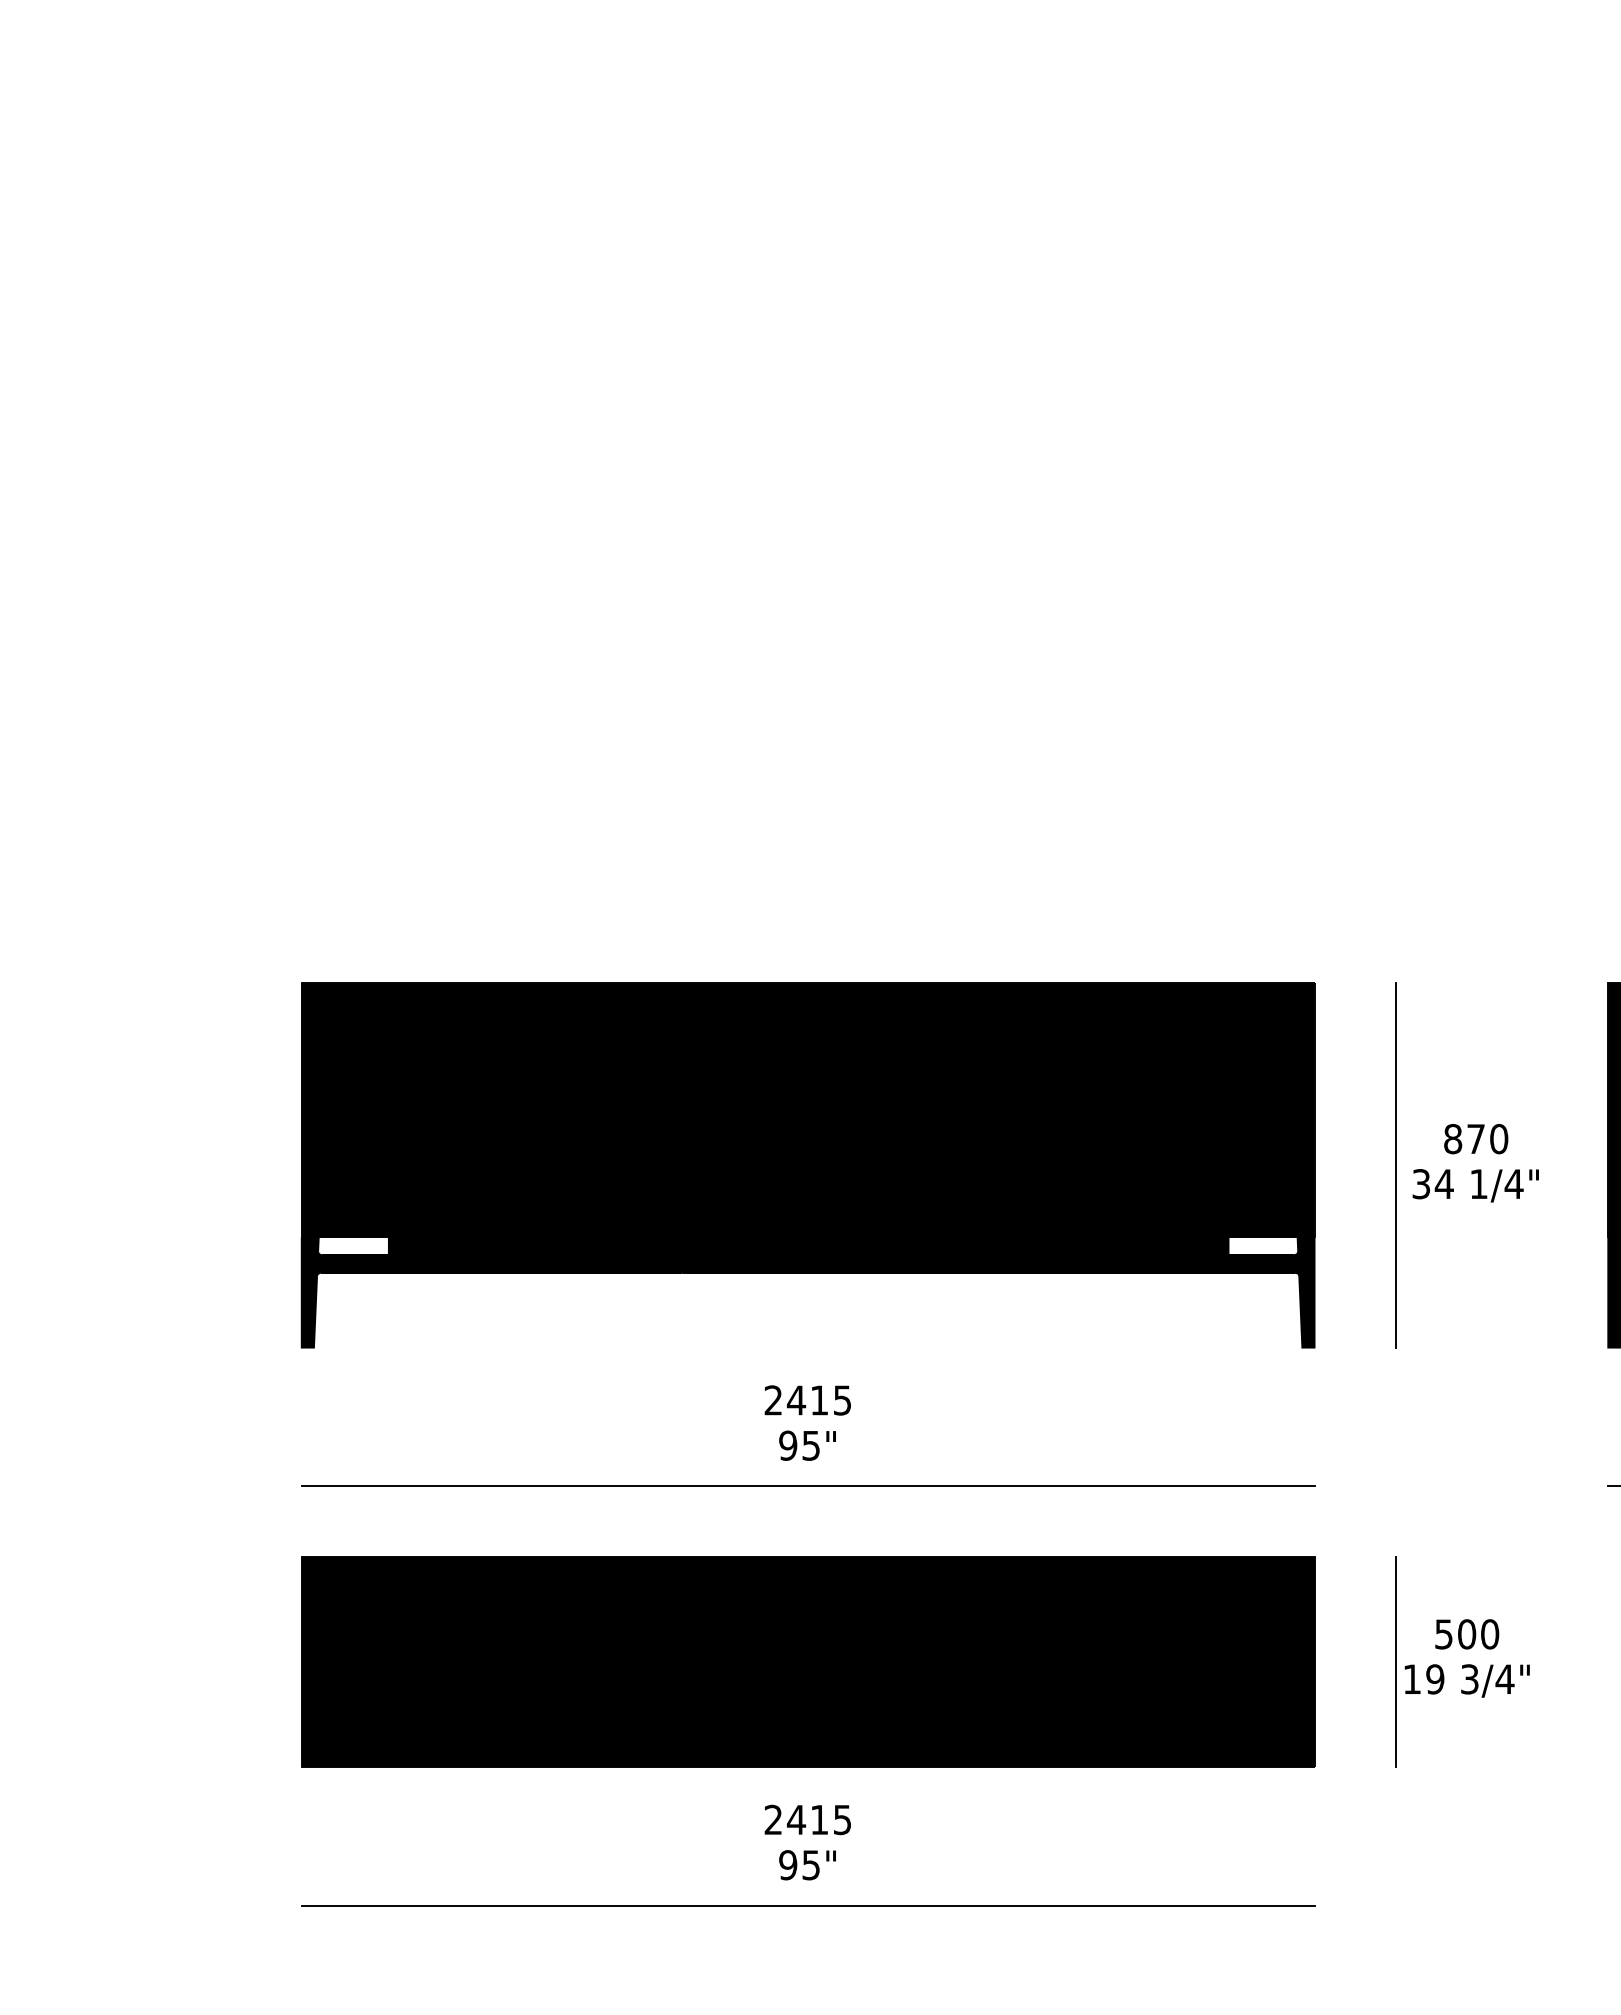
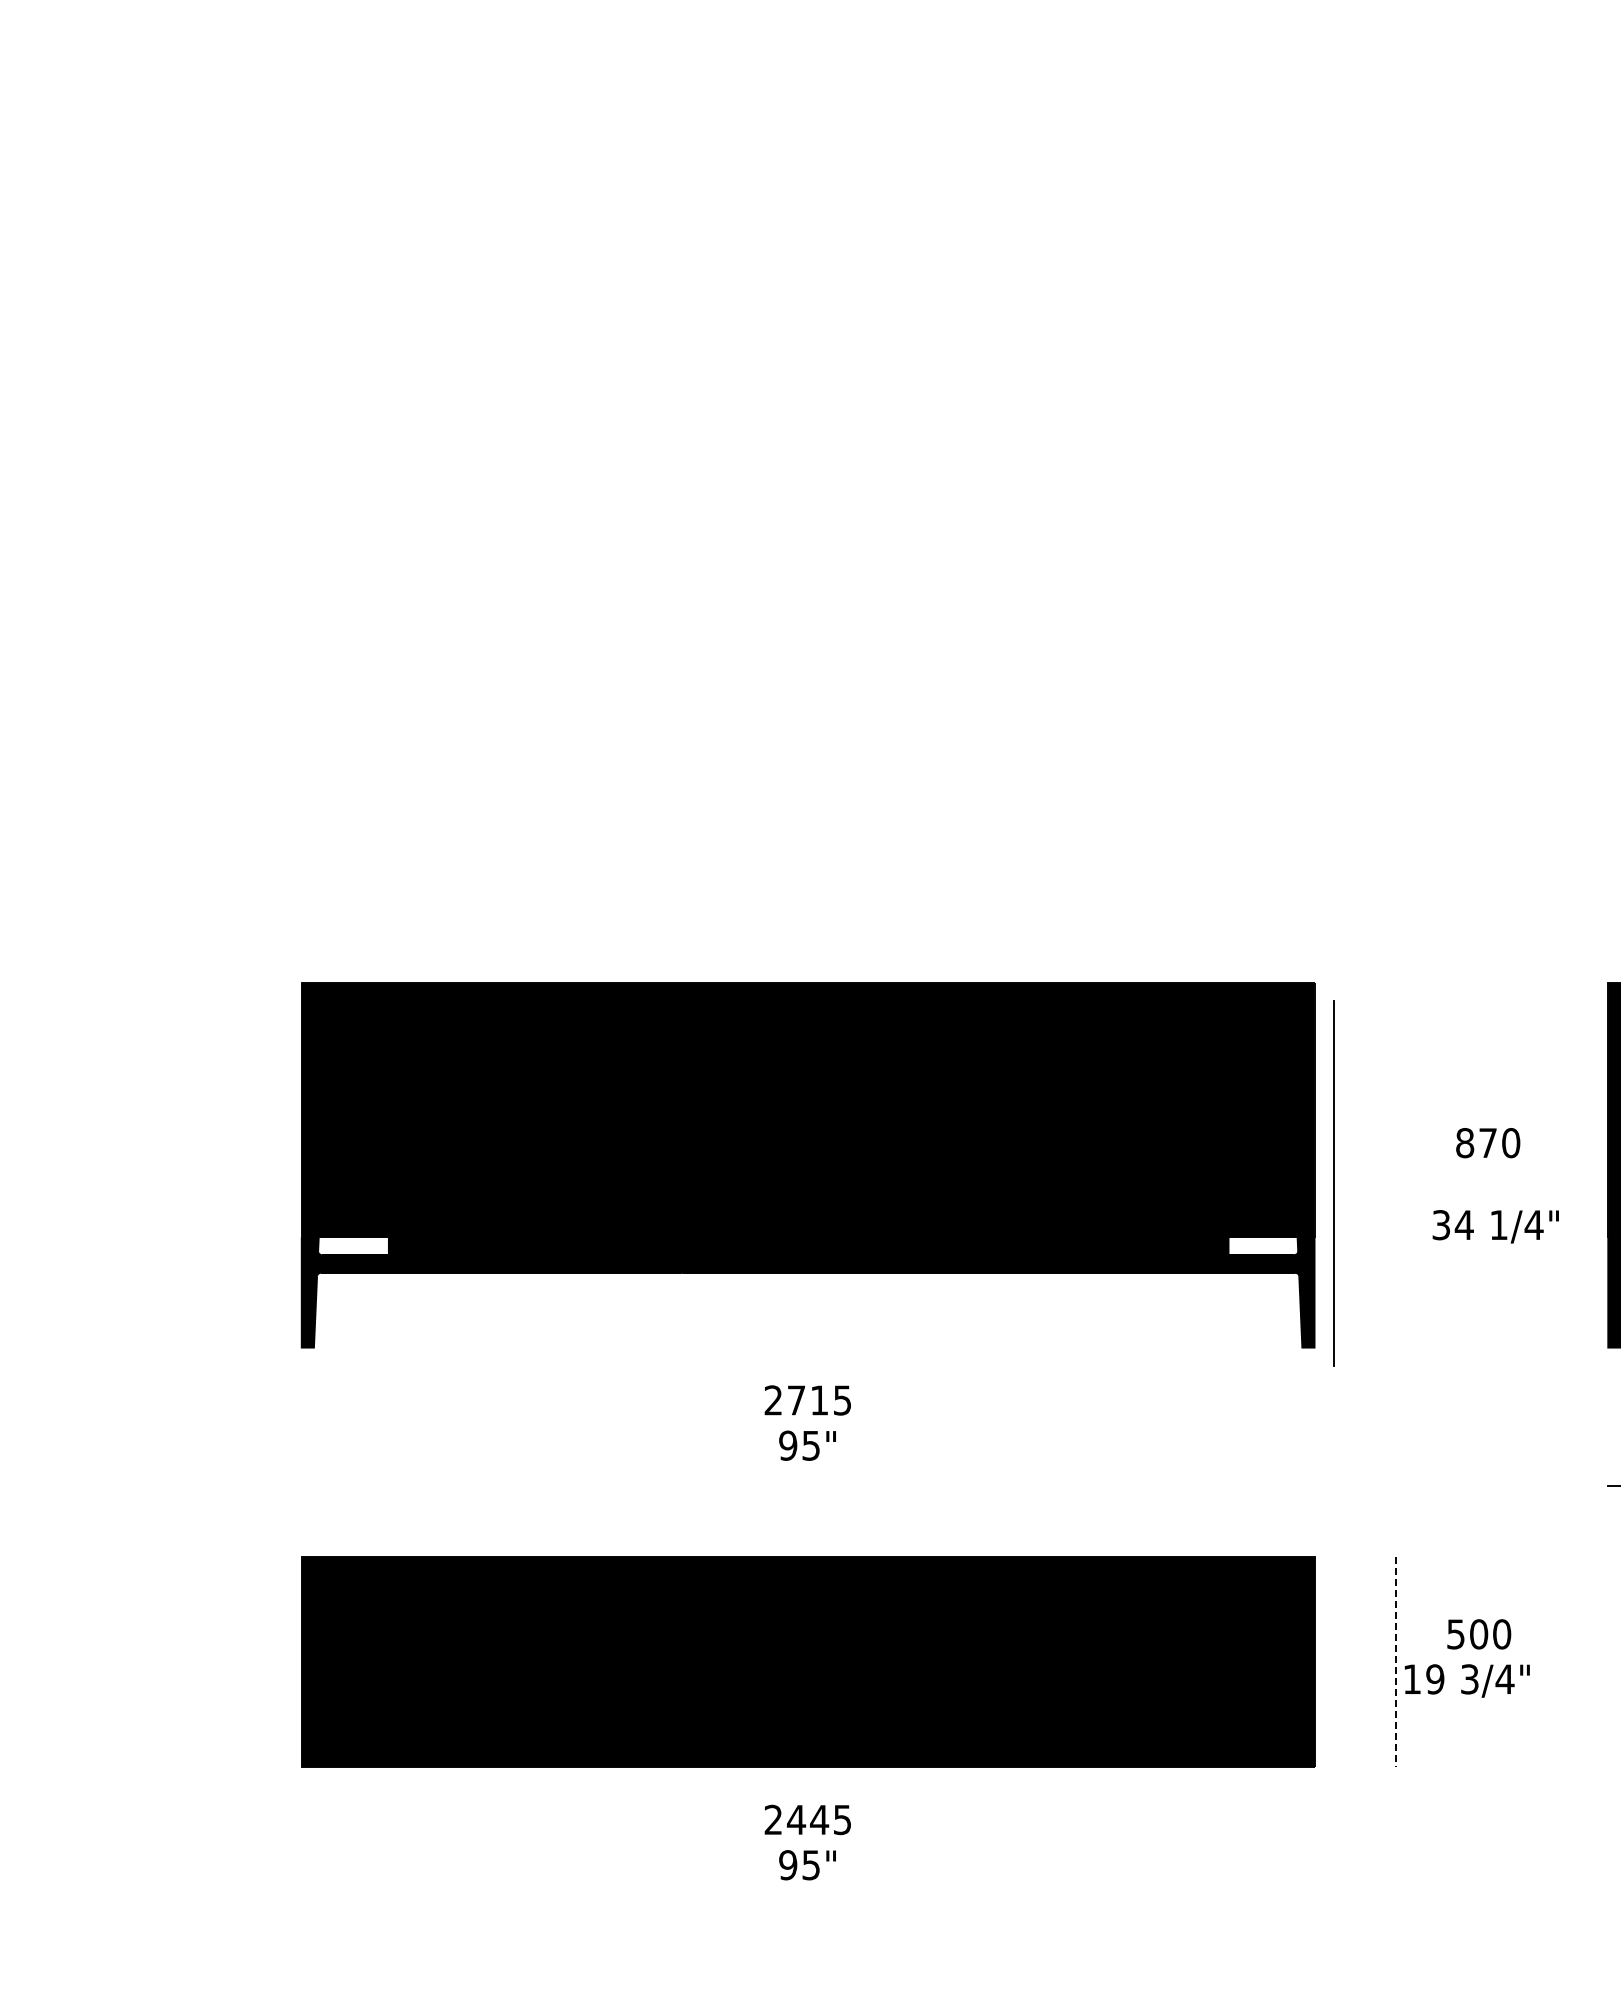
text at (1476, 1139) position: (1476, 1139) -> (1488, 1143)
line at (1395, 1165) position: (1395, 1165) -> (1333, 1183)
text at (1475, 1185) position: (1475, 1185) -> (1495, 1226)
text at (796, 1400): 2415 -> 2715
line at (807, 1486): present -> none
text at (1467, 1634) position: (1467, 1634) -> (1479, 1634)
line at (1396, 1662): solid -> dashed
text at (819, 1819): 2415 -> 2445
line at (807, 1905): present -> none
